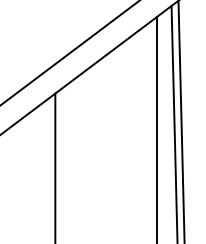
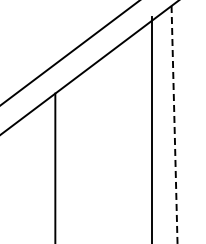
line at (181, 121): present -> none
line at (174, 124): solid -> dashed
line at (157, 128) position: (157, 128) -> (152, 128)
